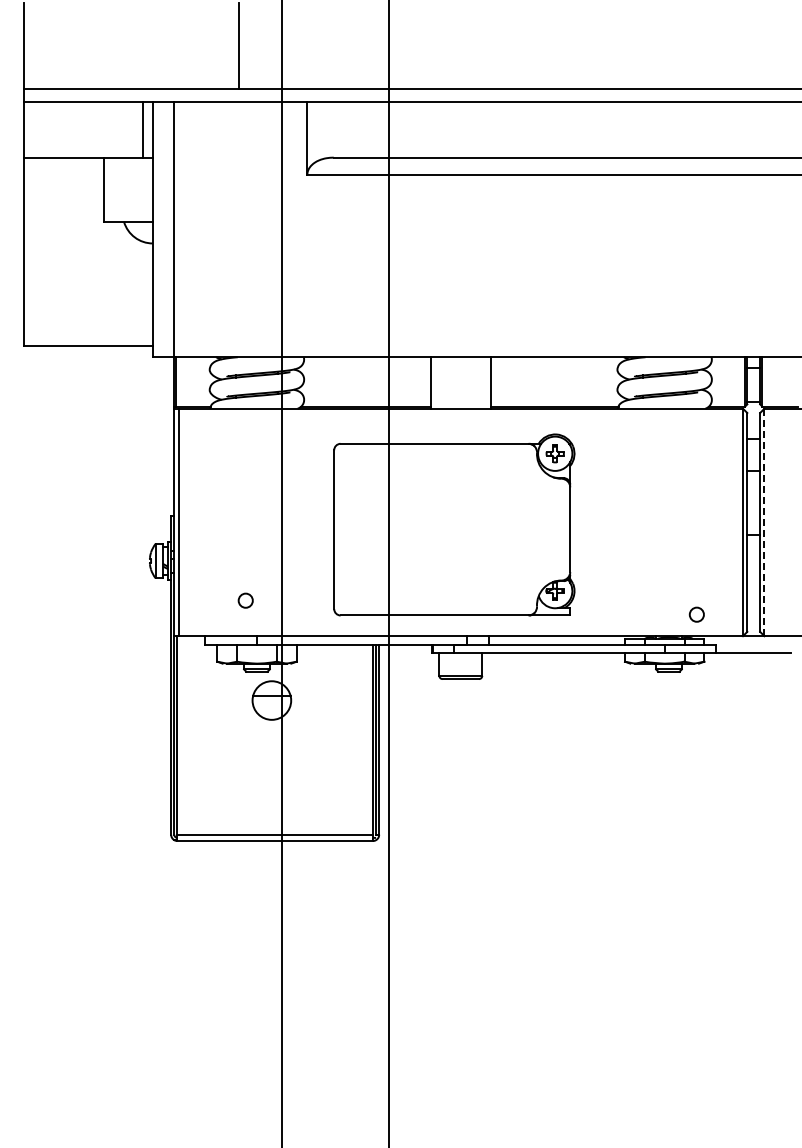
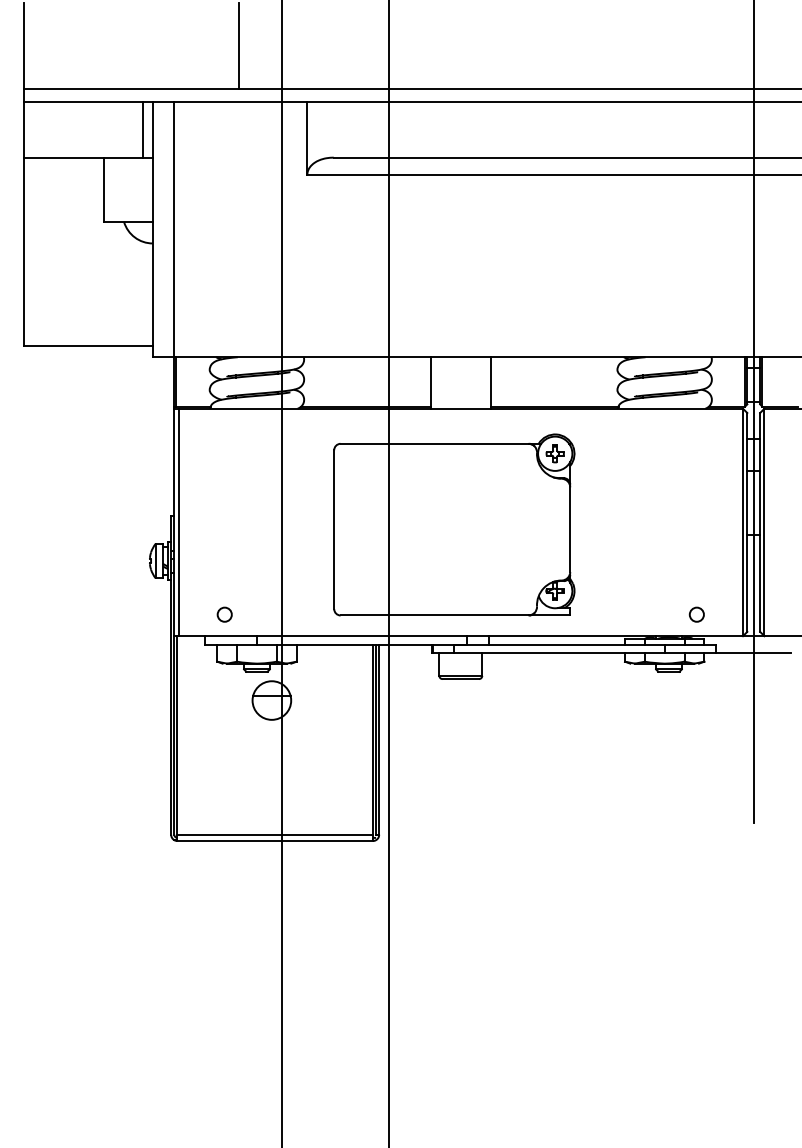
line at (753, 412): none -> present
line at (764, 522): dashed -> solid
circle at (245, 600) position: (245, 600) -> (224, 614)
